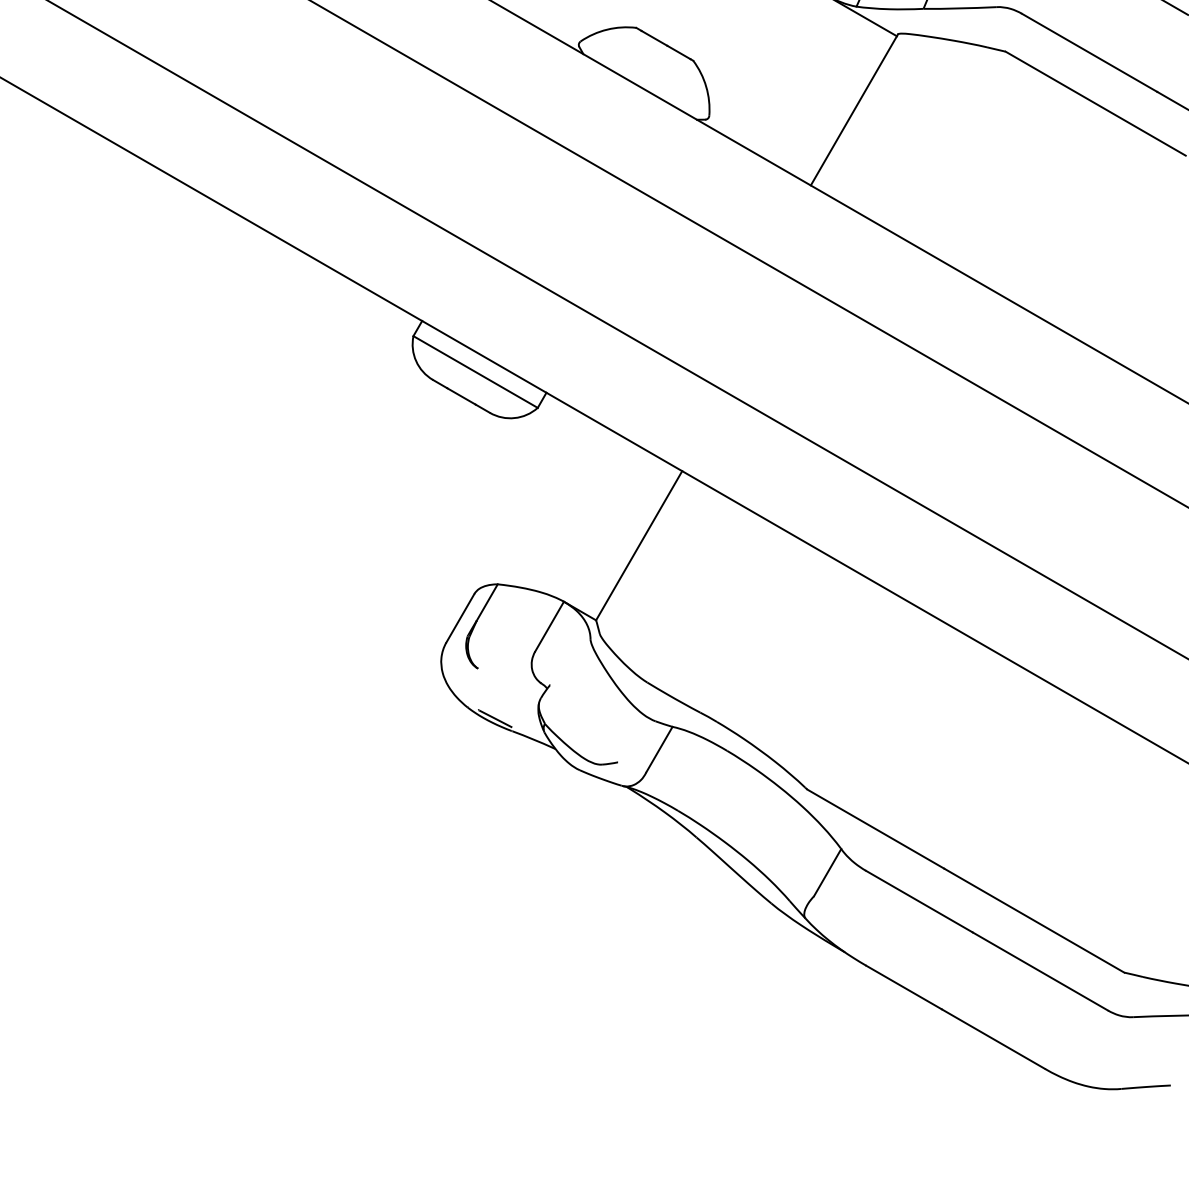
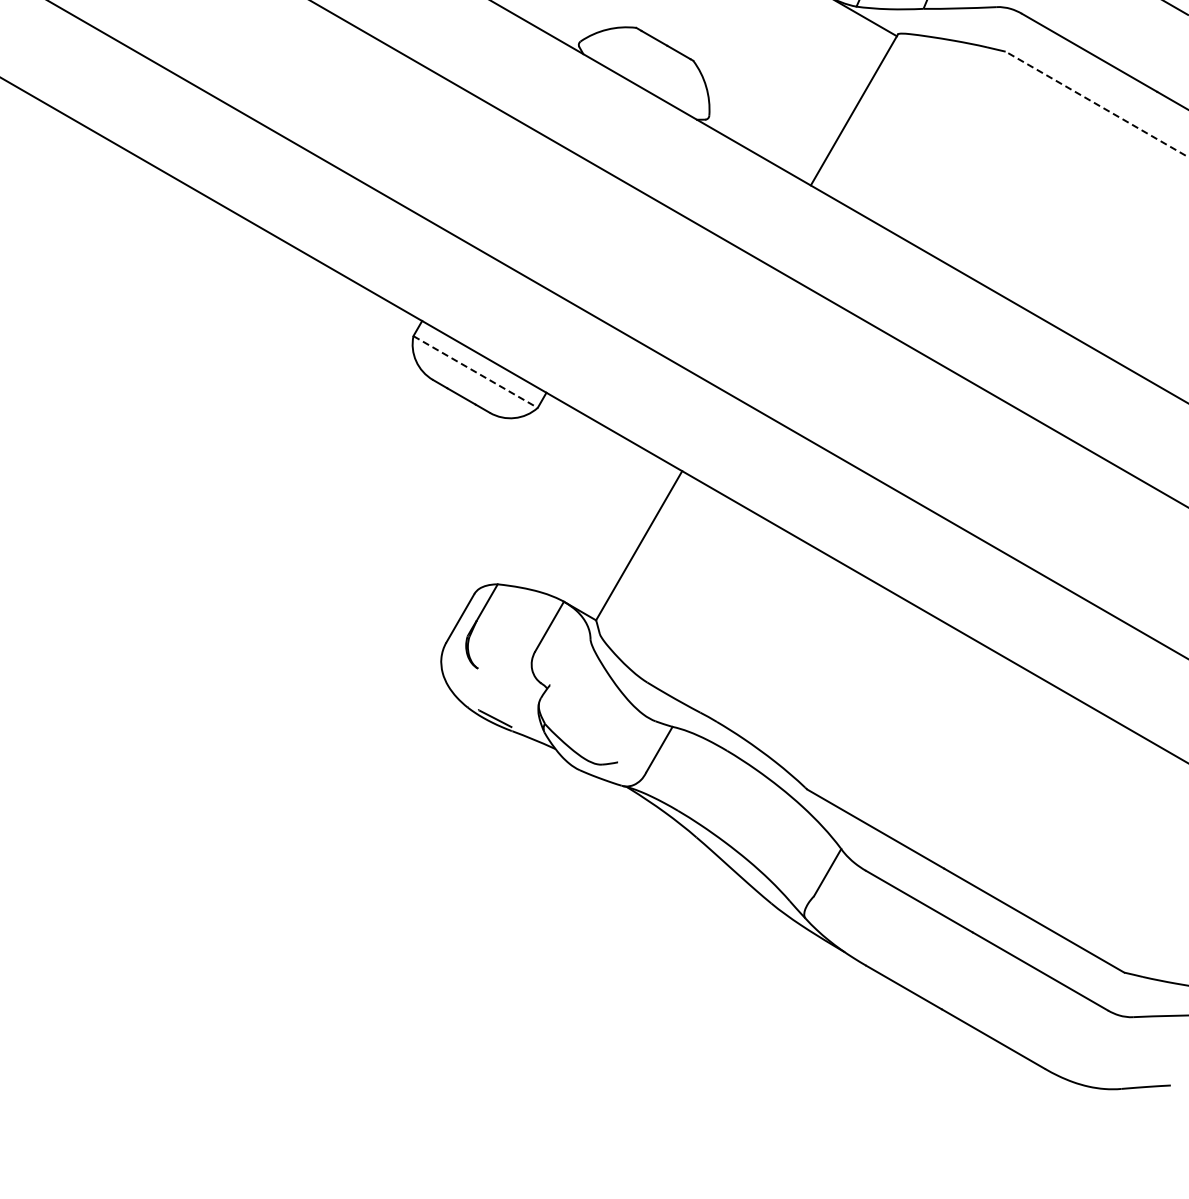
line at (1095, 103): solid -> dashed
line at (475, 372): solid -> dashed
